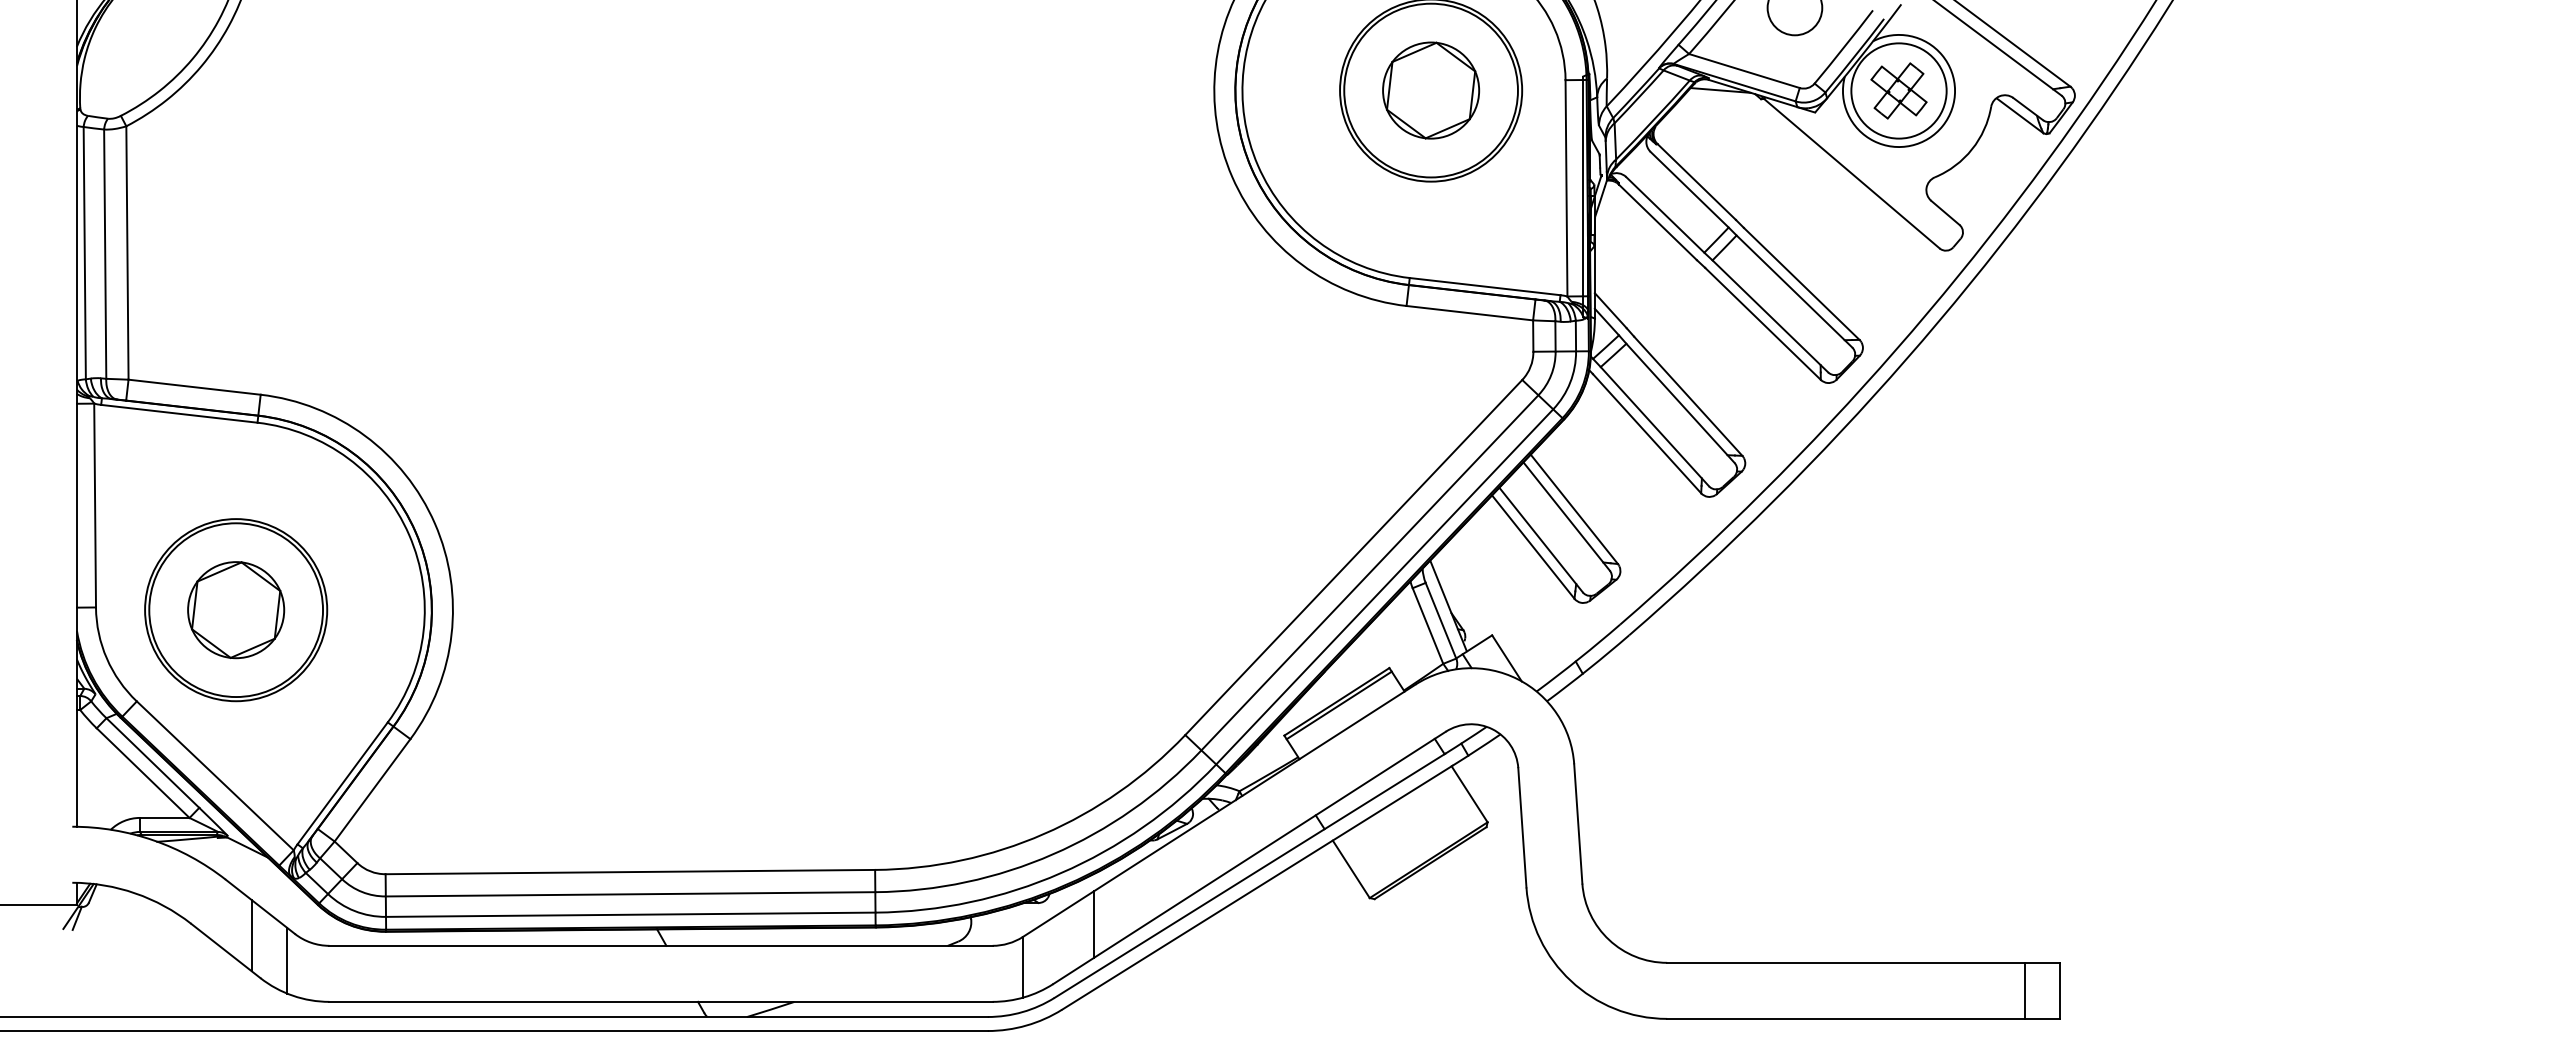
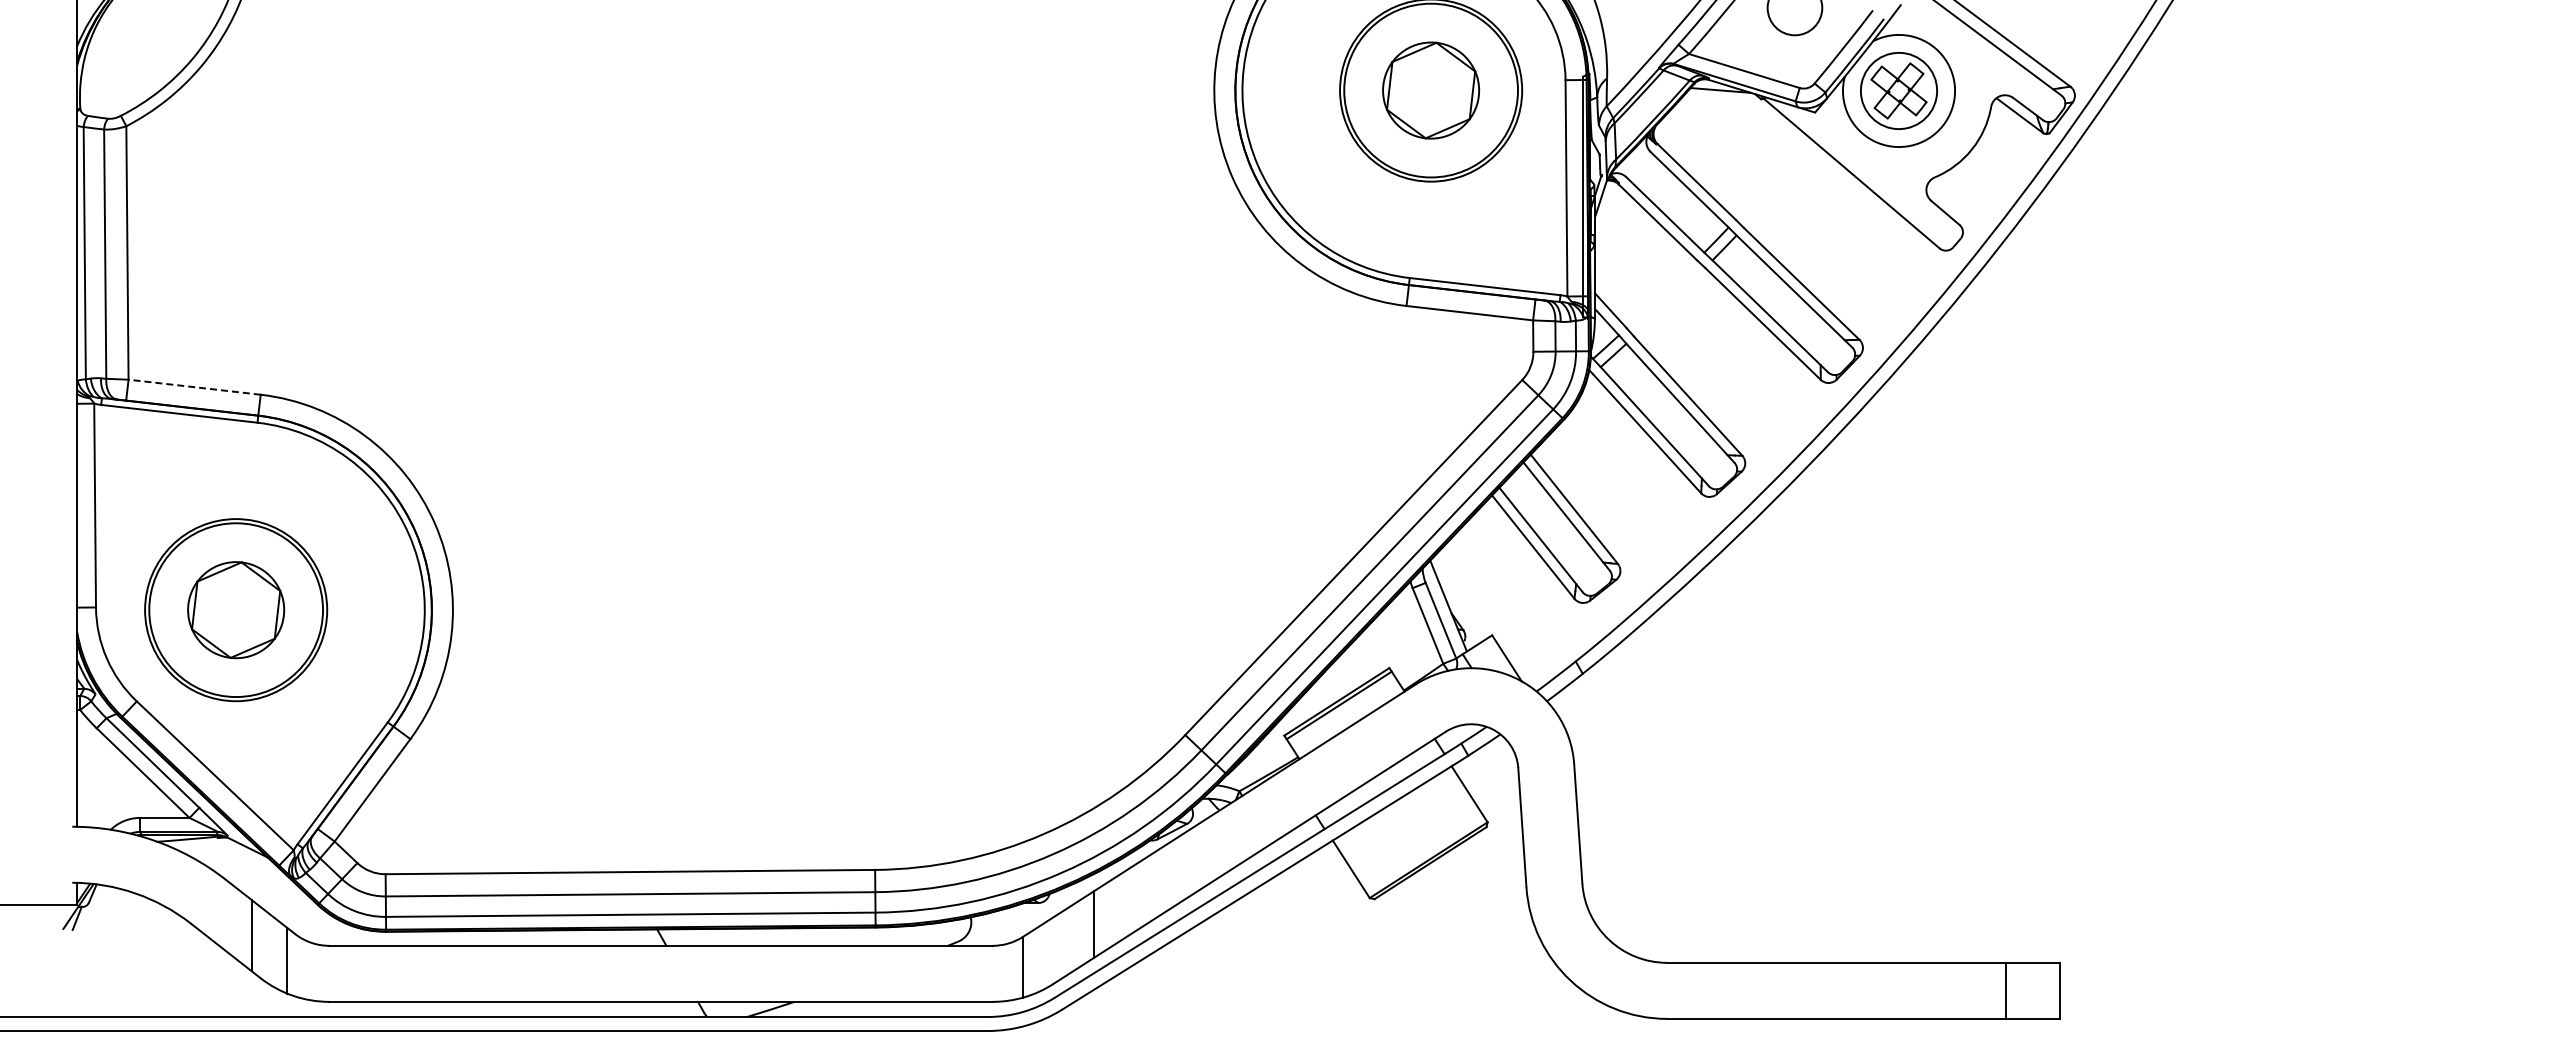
circle at (1898, 90) diameter: 95 px -> 76 px
line at (194, 387): solid -> dashed
line at (2024, 990) position: (2024, 990) -> (2005, 990)
